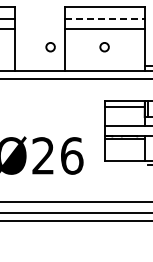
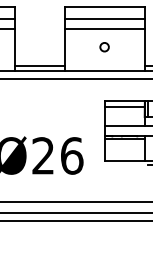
line at (104, 19): dashed -> solid
circle at (50, 47): present -> none
line at (39, 65): none -> present
